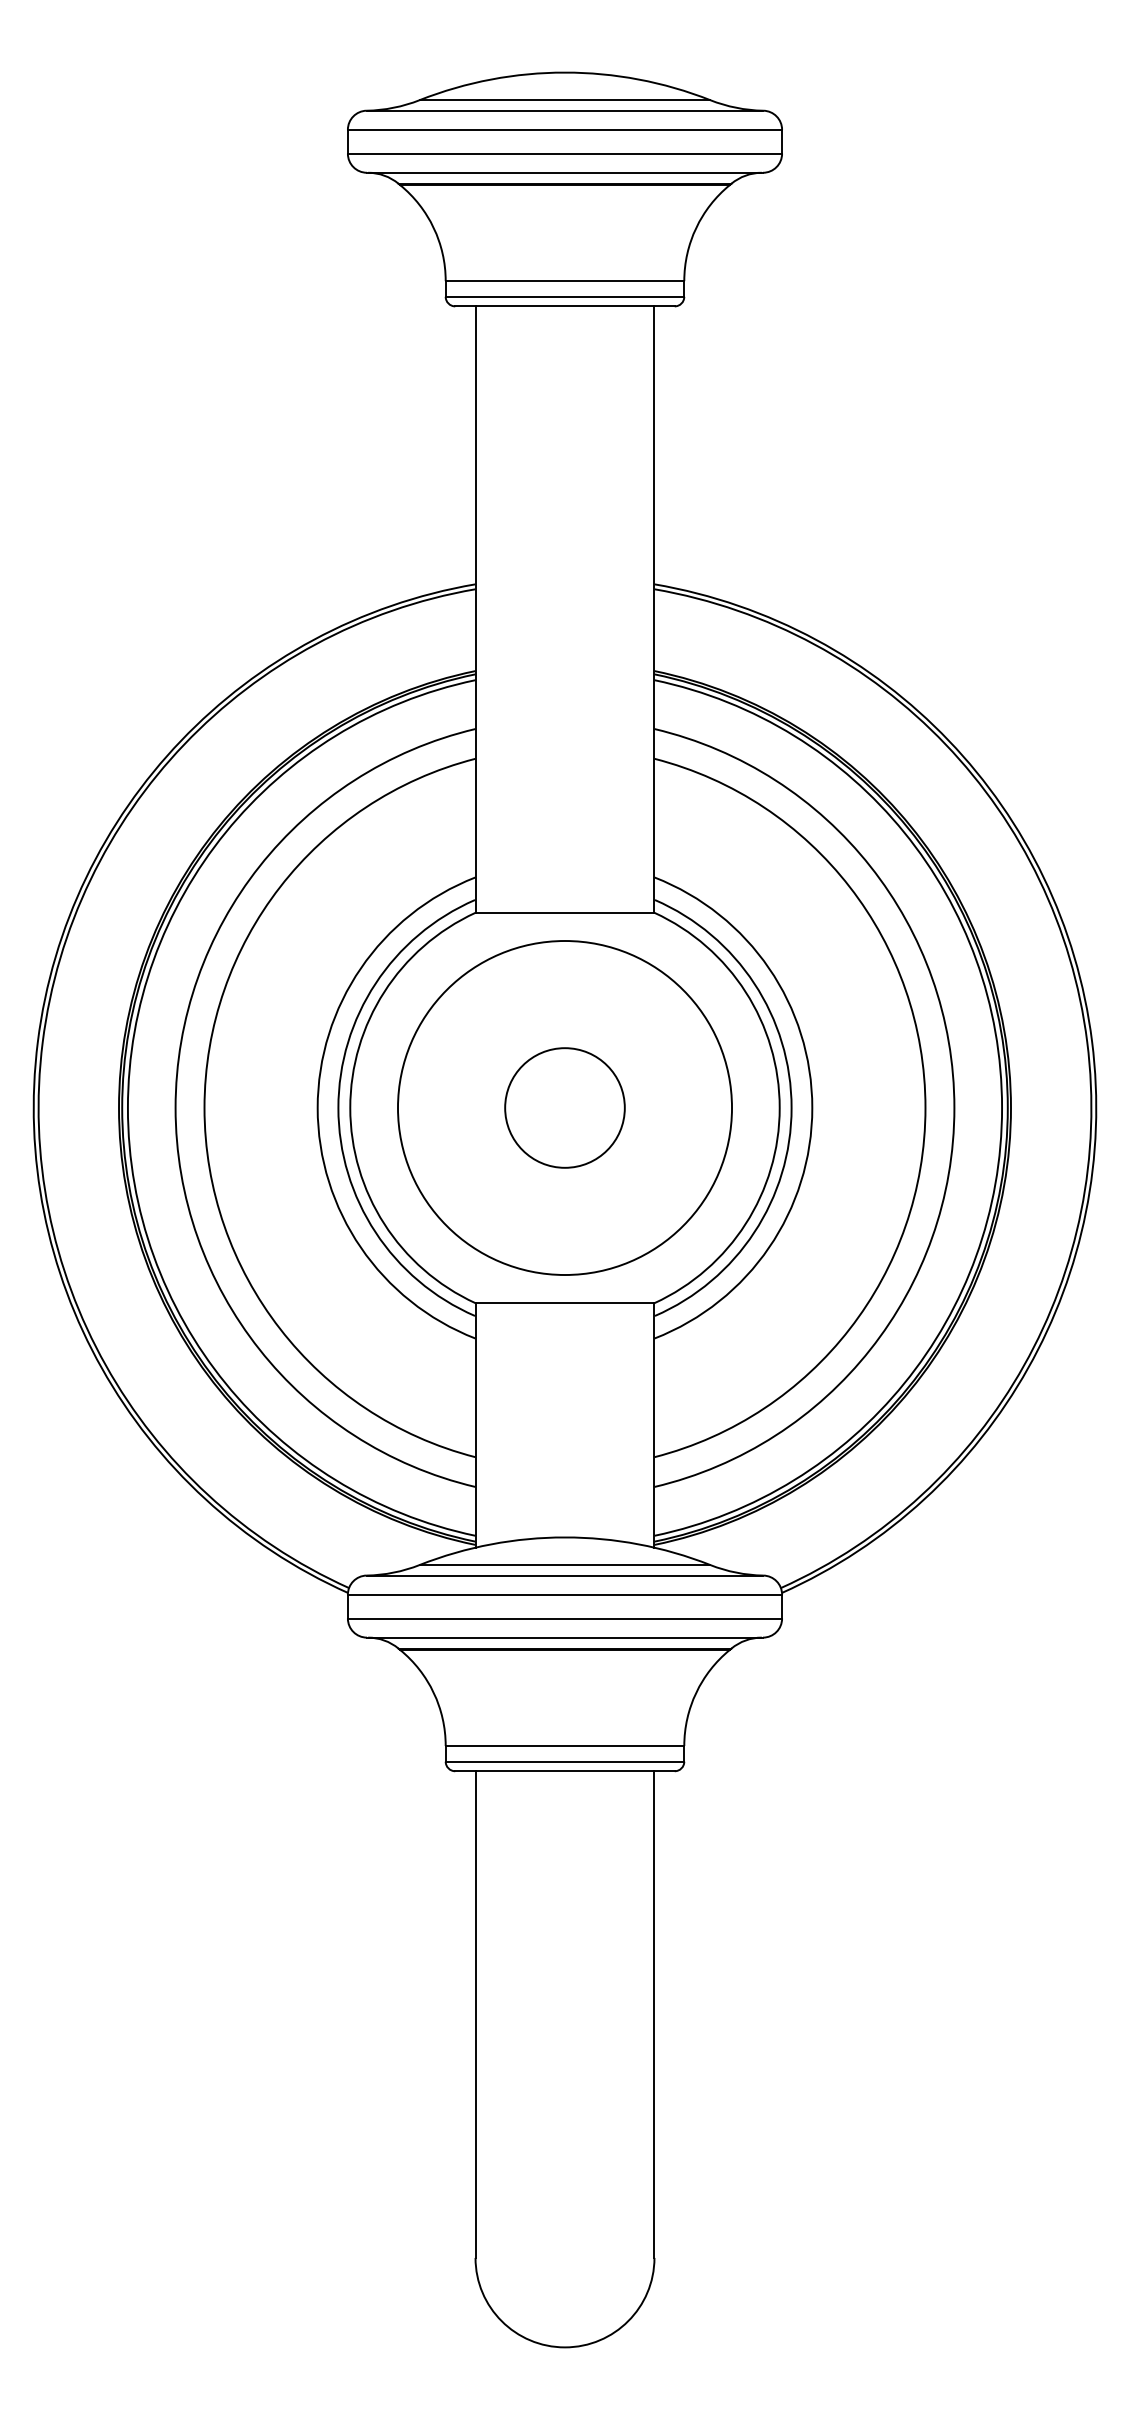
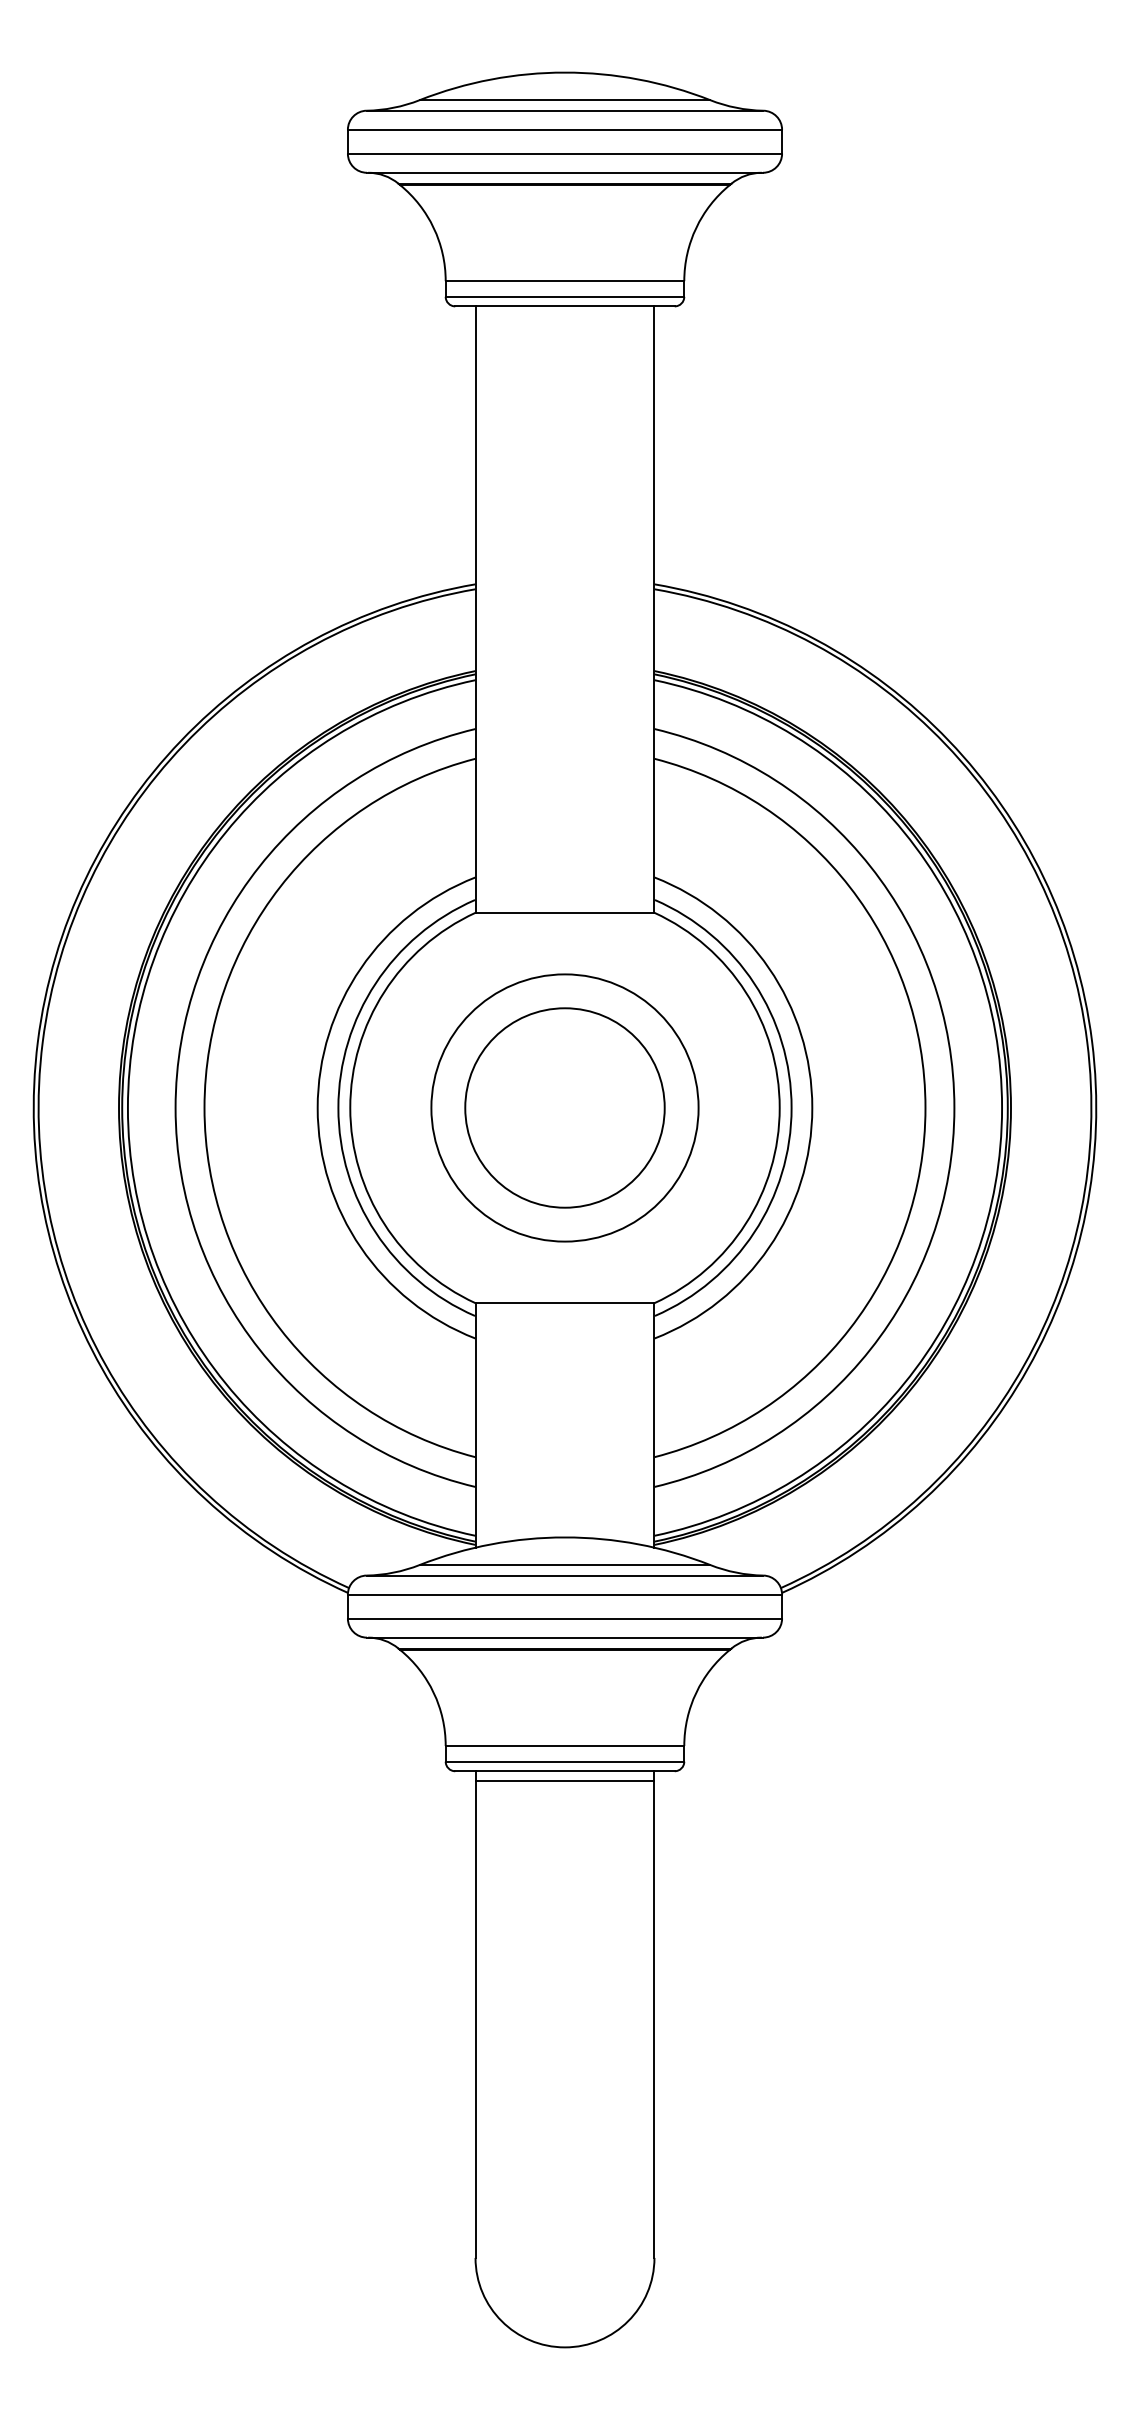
circle at (564, 1107) diameter: 120 px -> 199 px
circle at (565, 1108) diameter: 334 px -> 267 px
line at (564, 1780): none -> present
